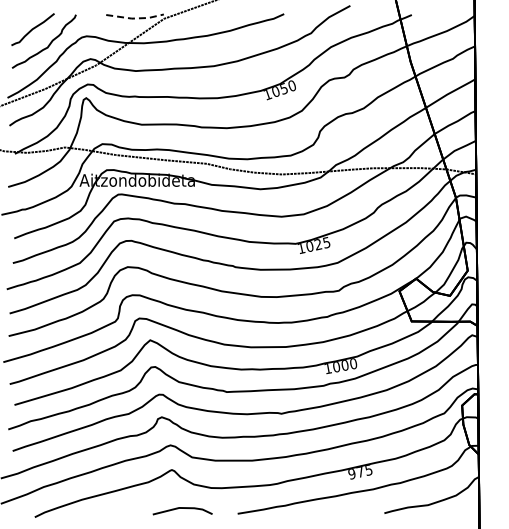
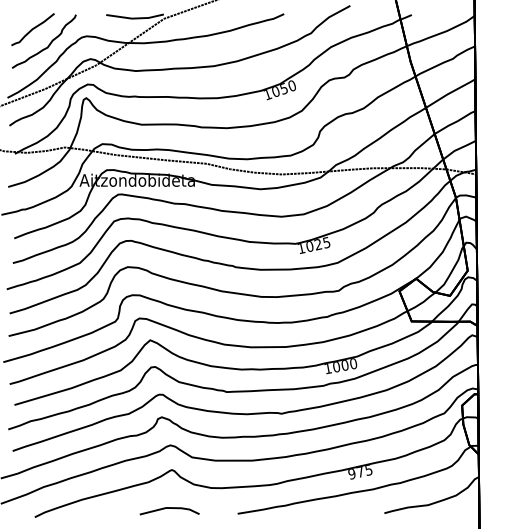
line at (135, 18): dashed -> solid
line at (182, 508) position: (182, 508) -> (169, 508)
